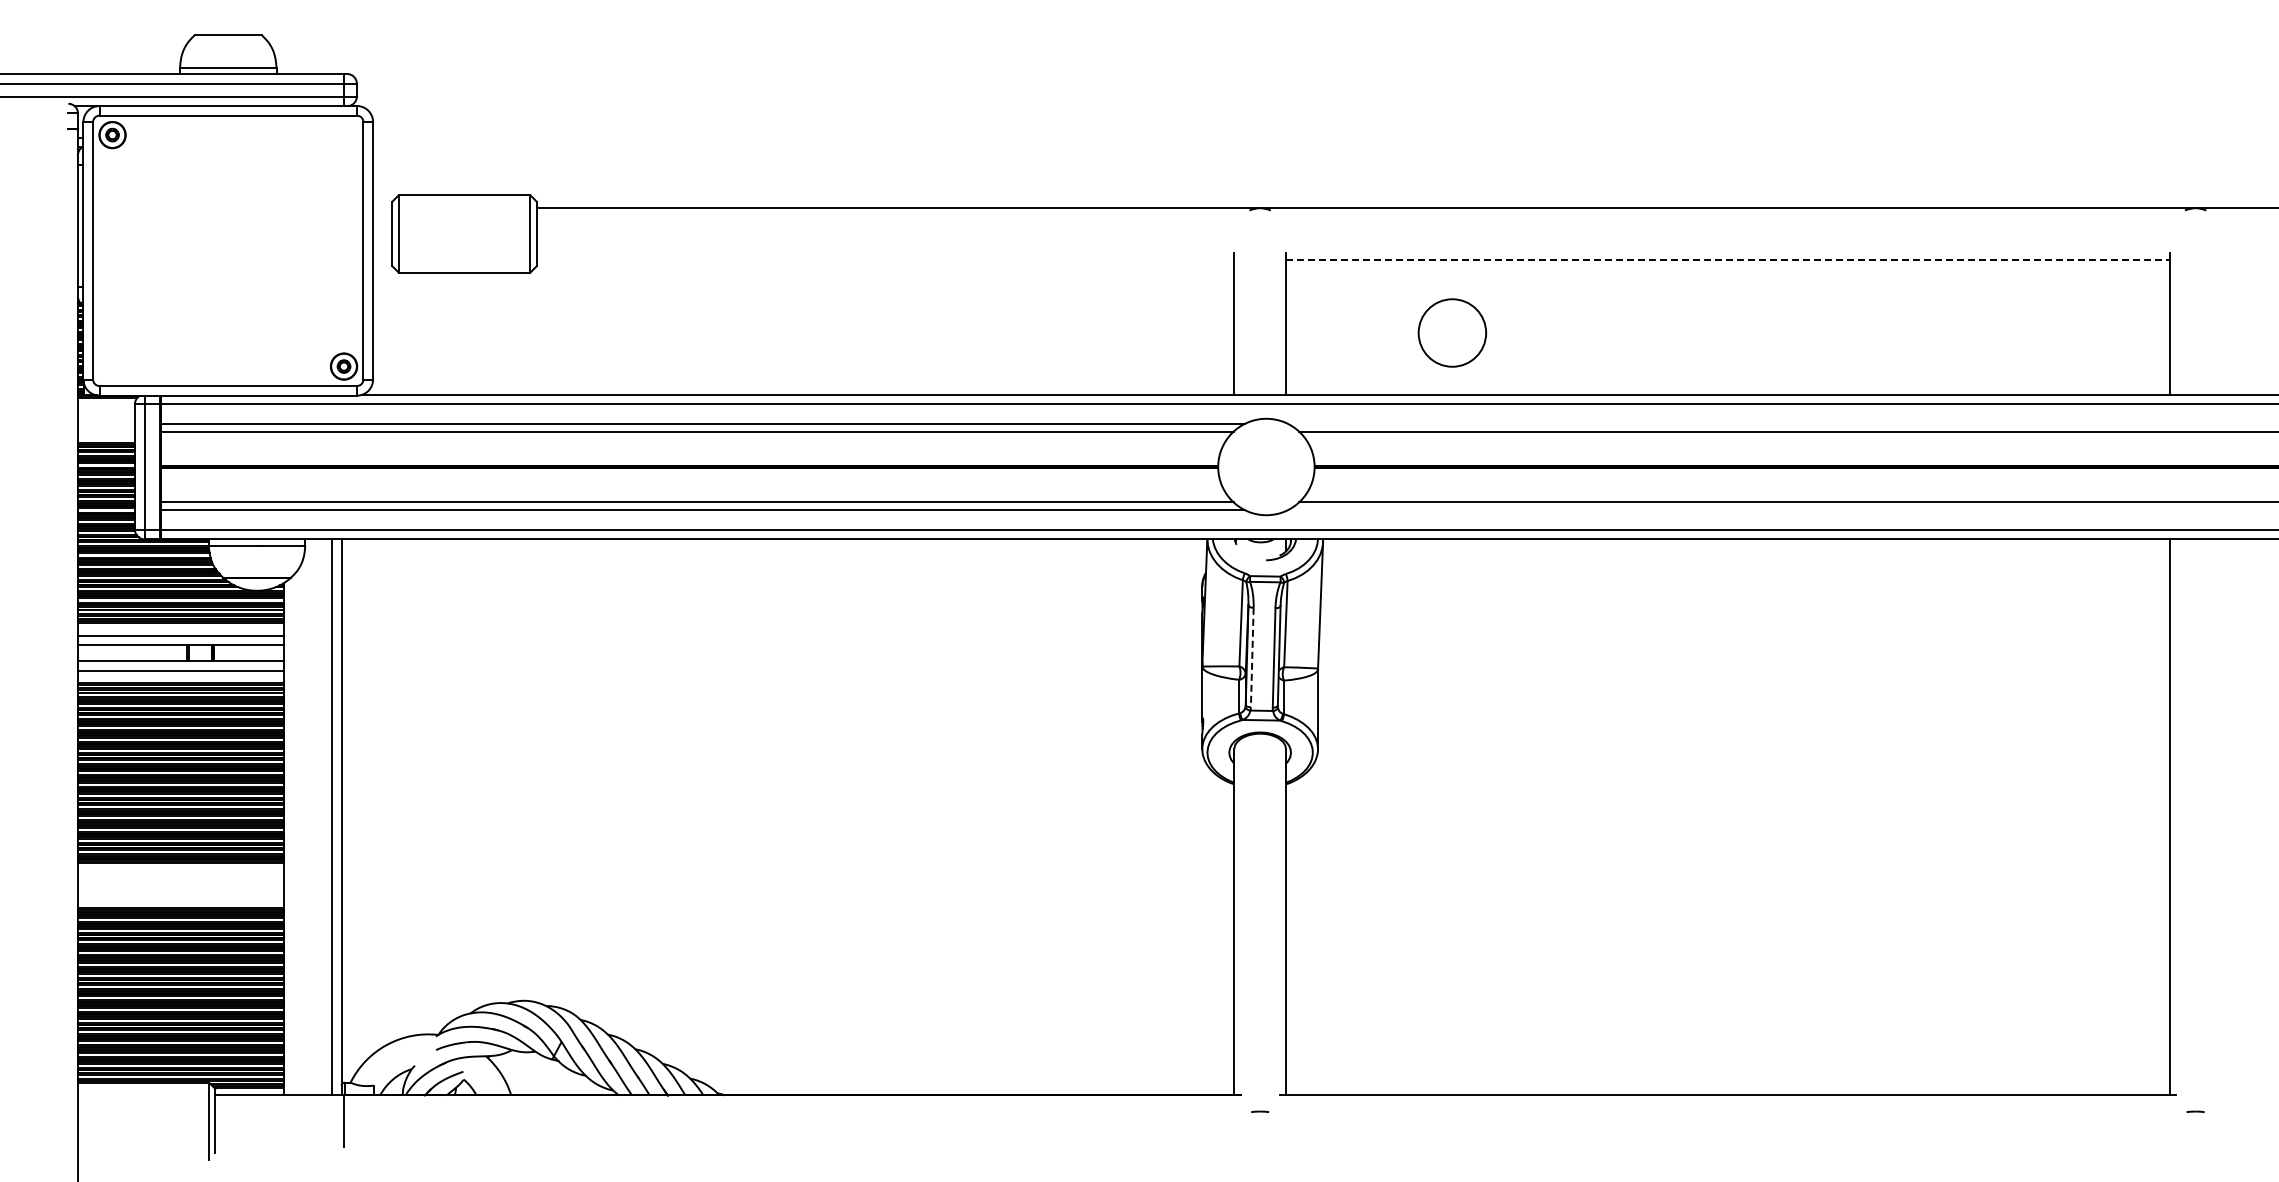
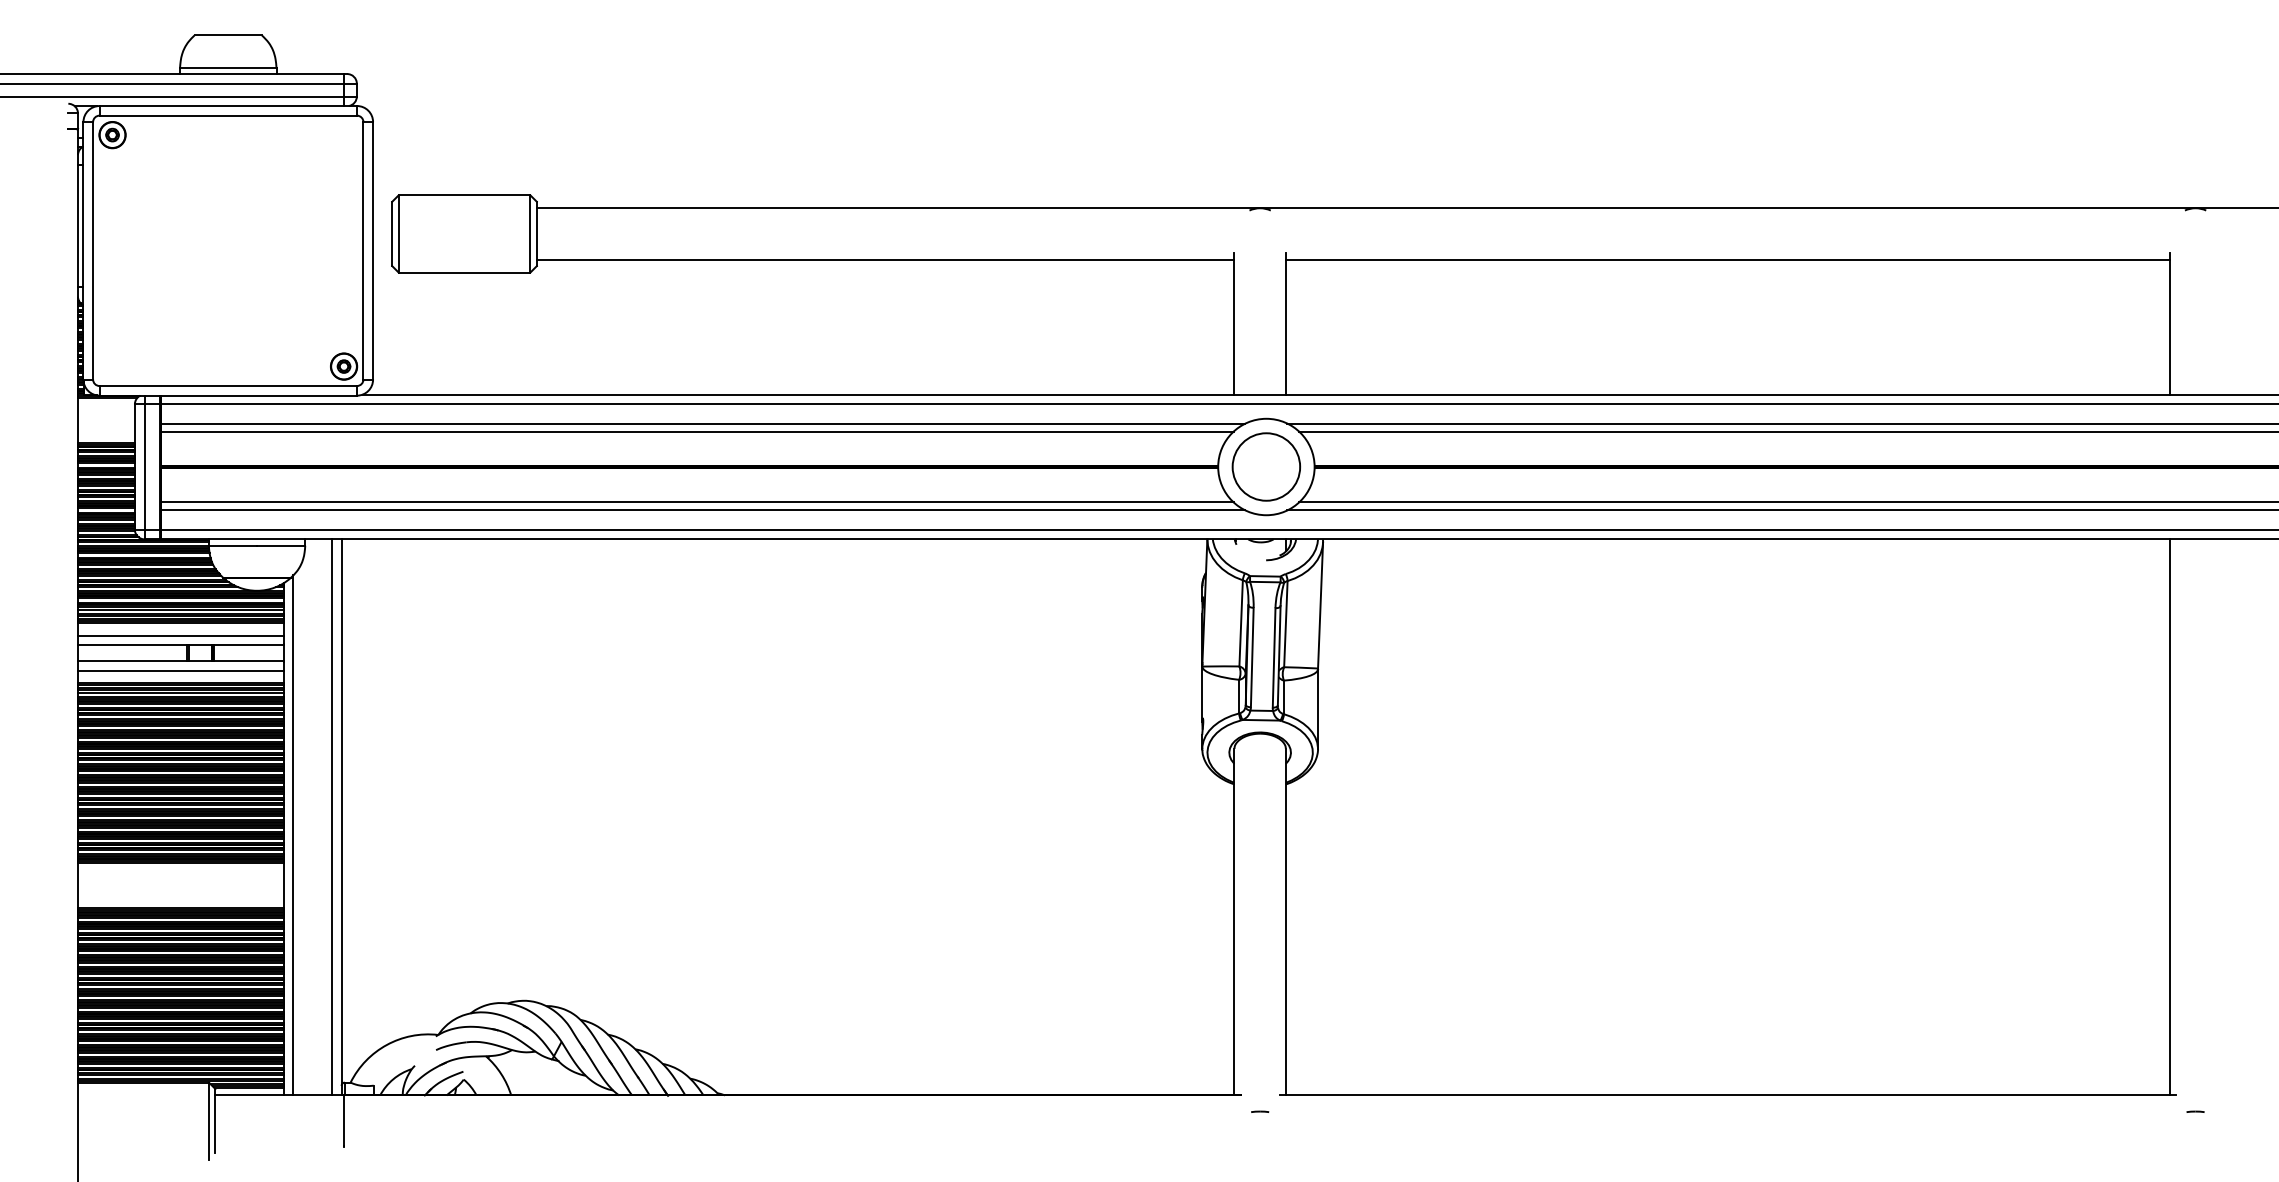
line at (885, 259): none -> present
line at (1728, 259): dashed -> solid
circle at (1452, 332) position: (1452, 332) -> (1266, 466)
line at (1781, 423): none -> present
line at (1781, 510): none -> present
line at (1252, 657): dashed -> solid
line at (293, 835): none -> present
